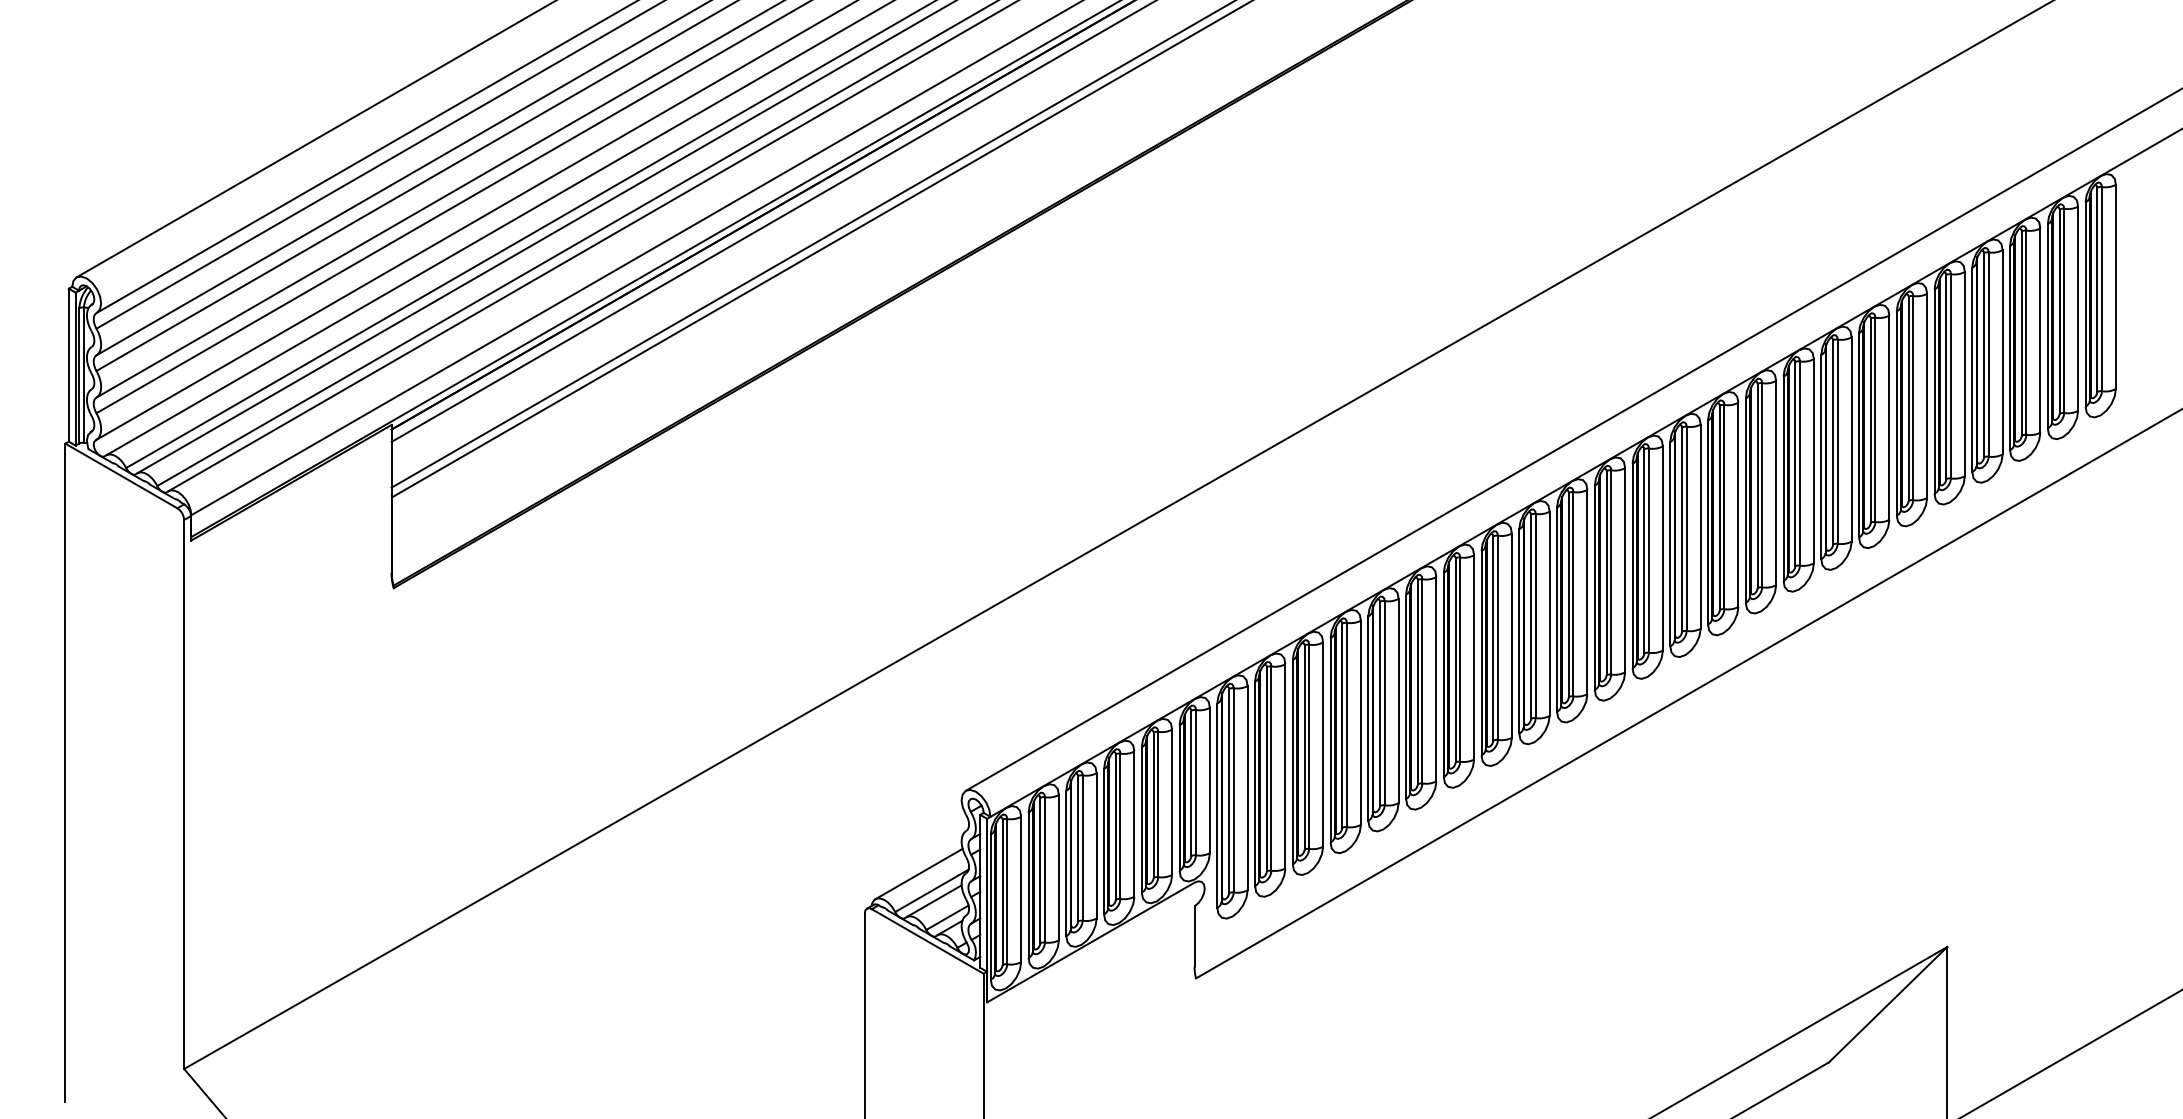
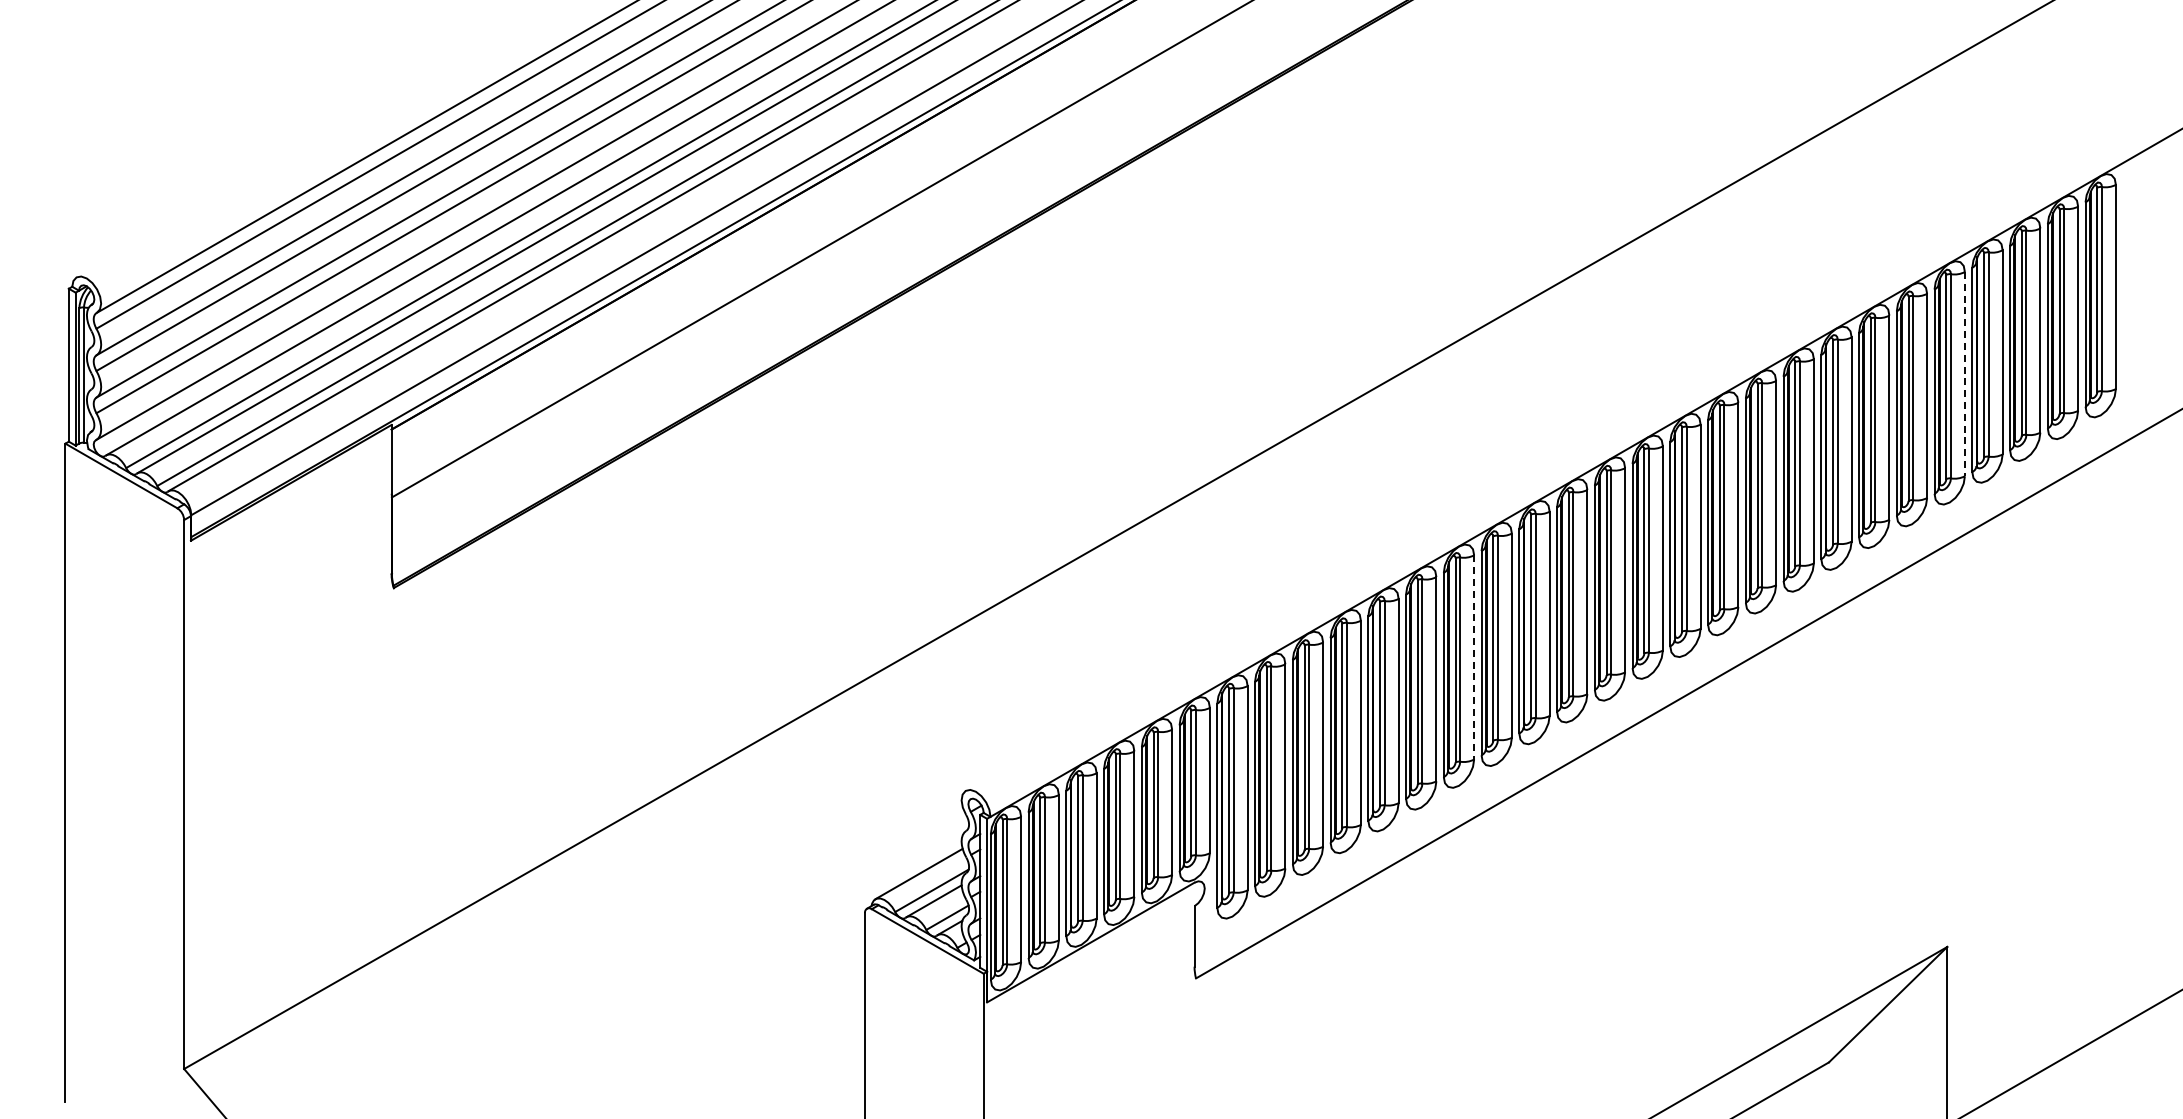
line at (314, 139): present -> none
line at (772, 221): present -> none
line at (811, 244): present -> none
line at (1964, 374): solid -> dashed
line at (1572, 440): present -> none
line at (1474, 657): solid -> dashed
